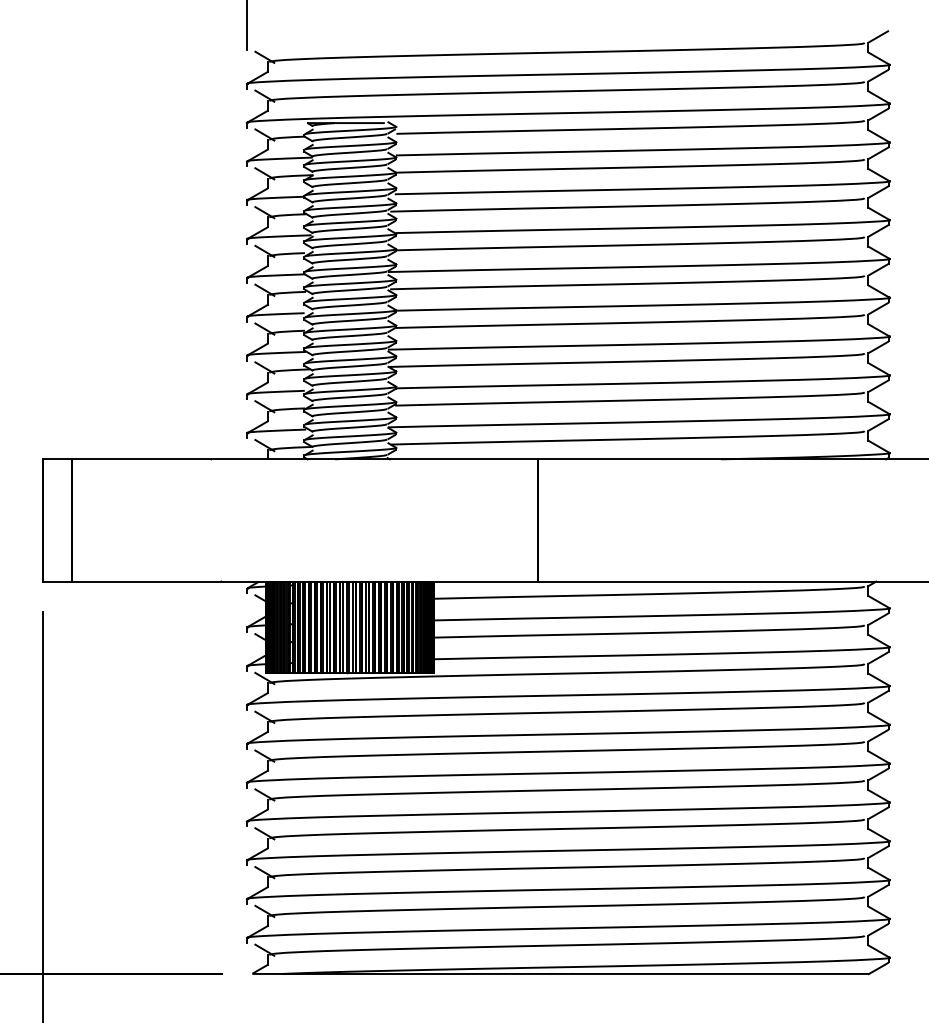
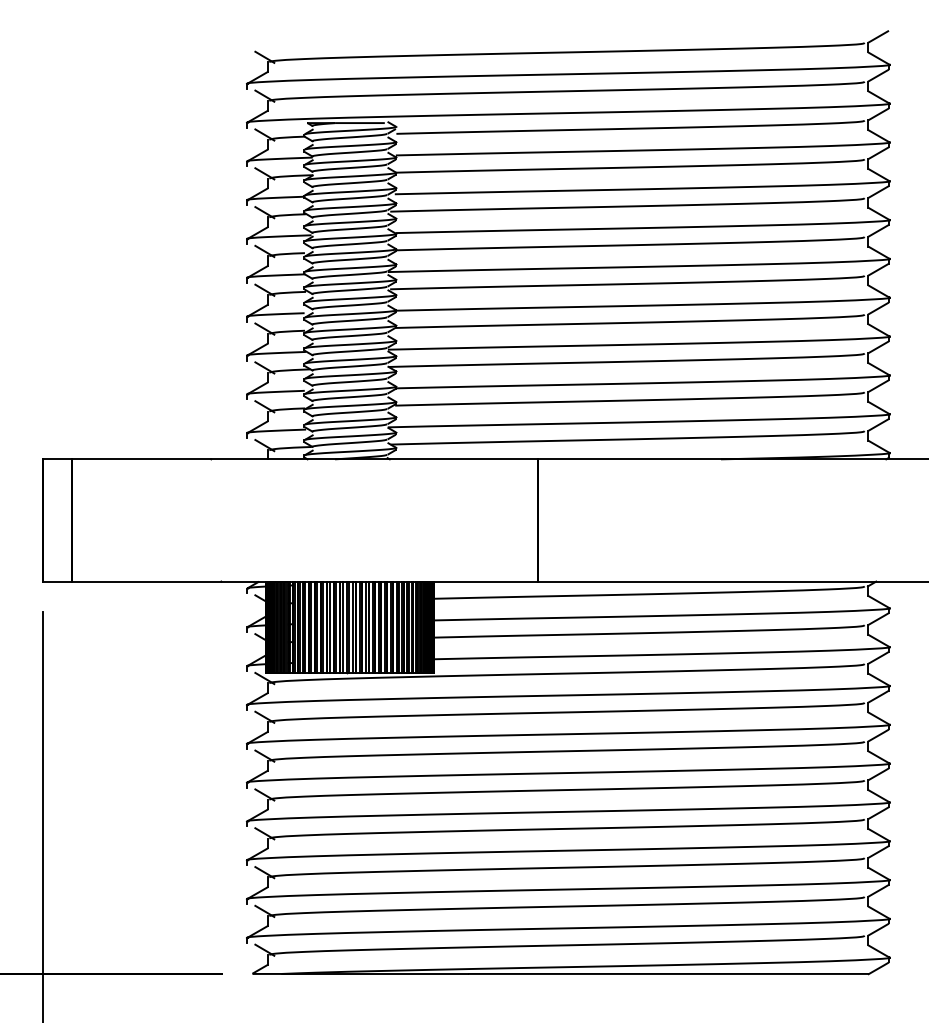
line at (247, 25): present -> none
